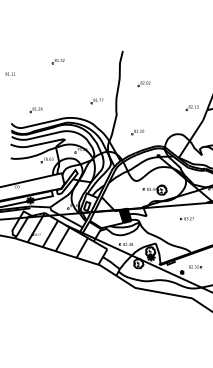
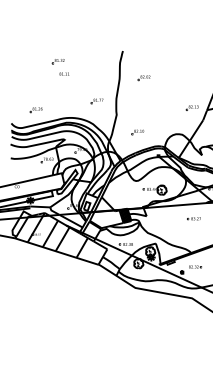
text at (10, 73) position: (10, 73) -> (64, 73)
part at (143, 84) position: (143, 84) -> (143, 78)
part at (186, 218) position: (186, 218) -> (193, 218)
